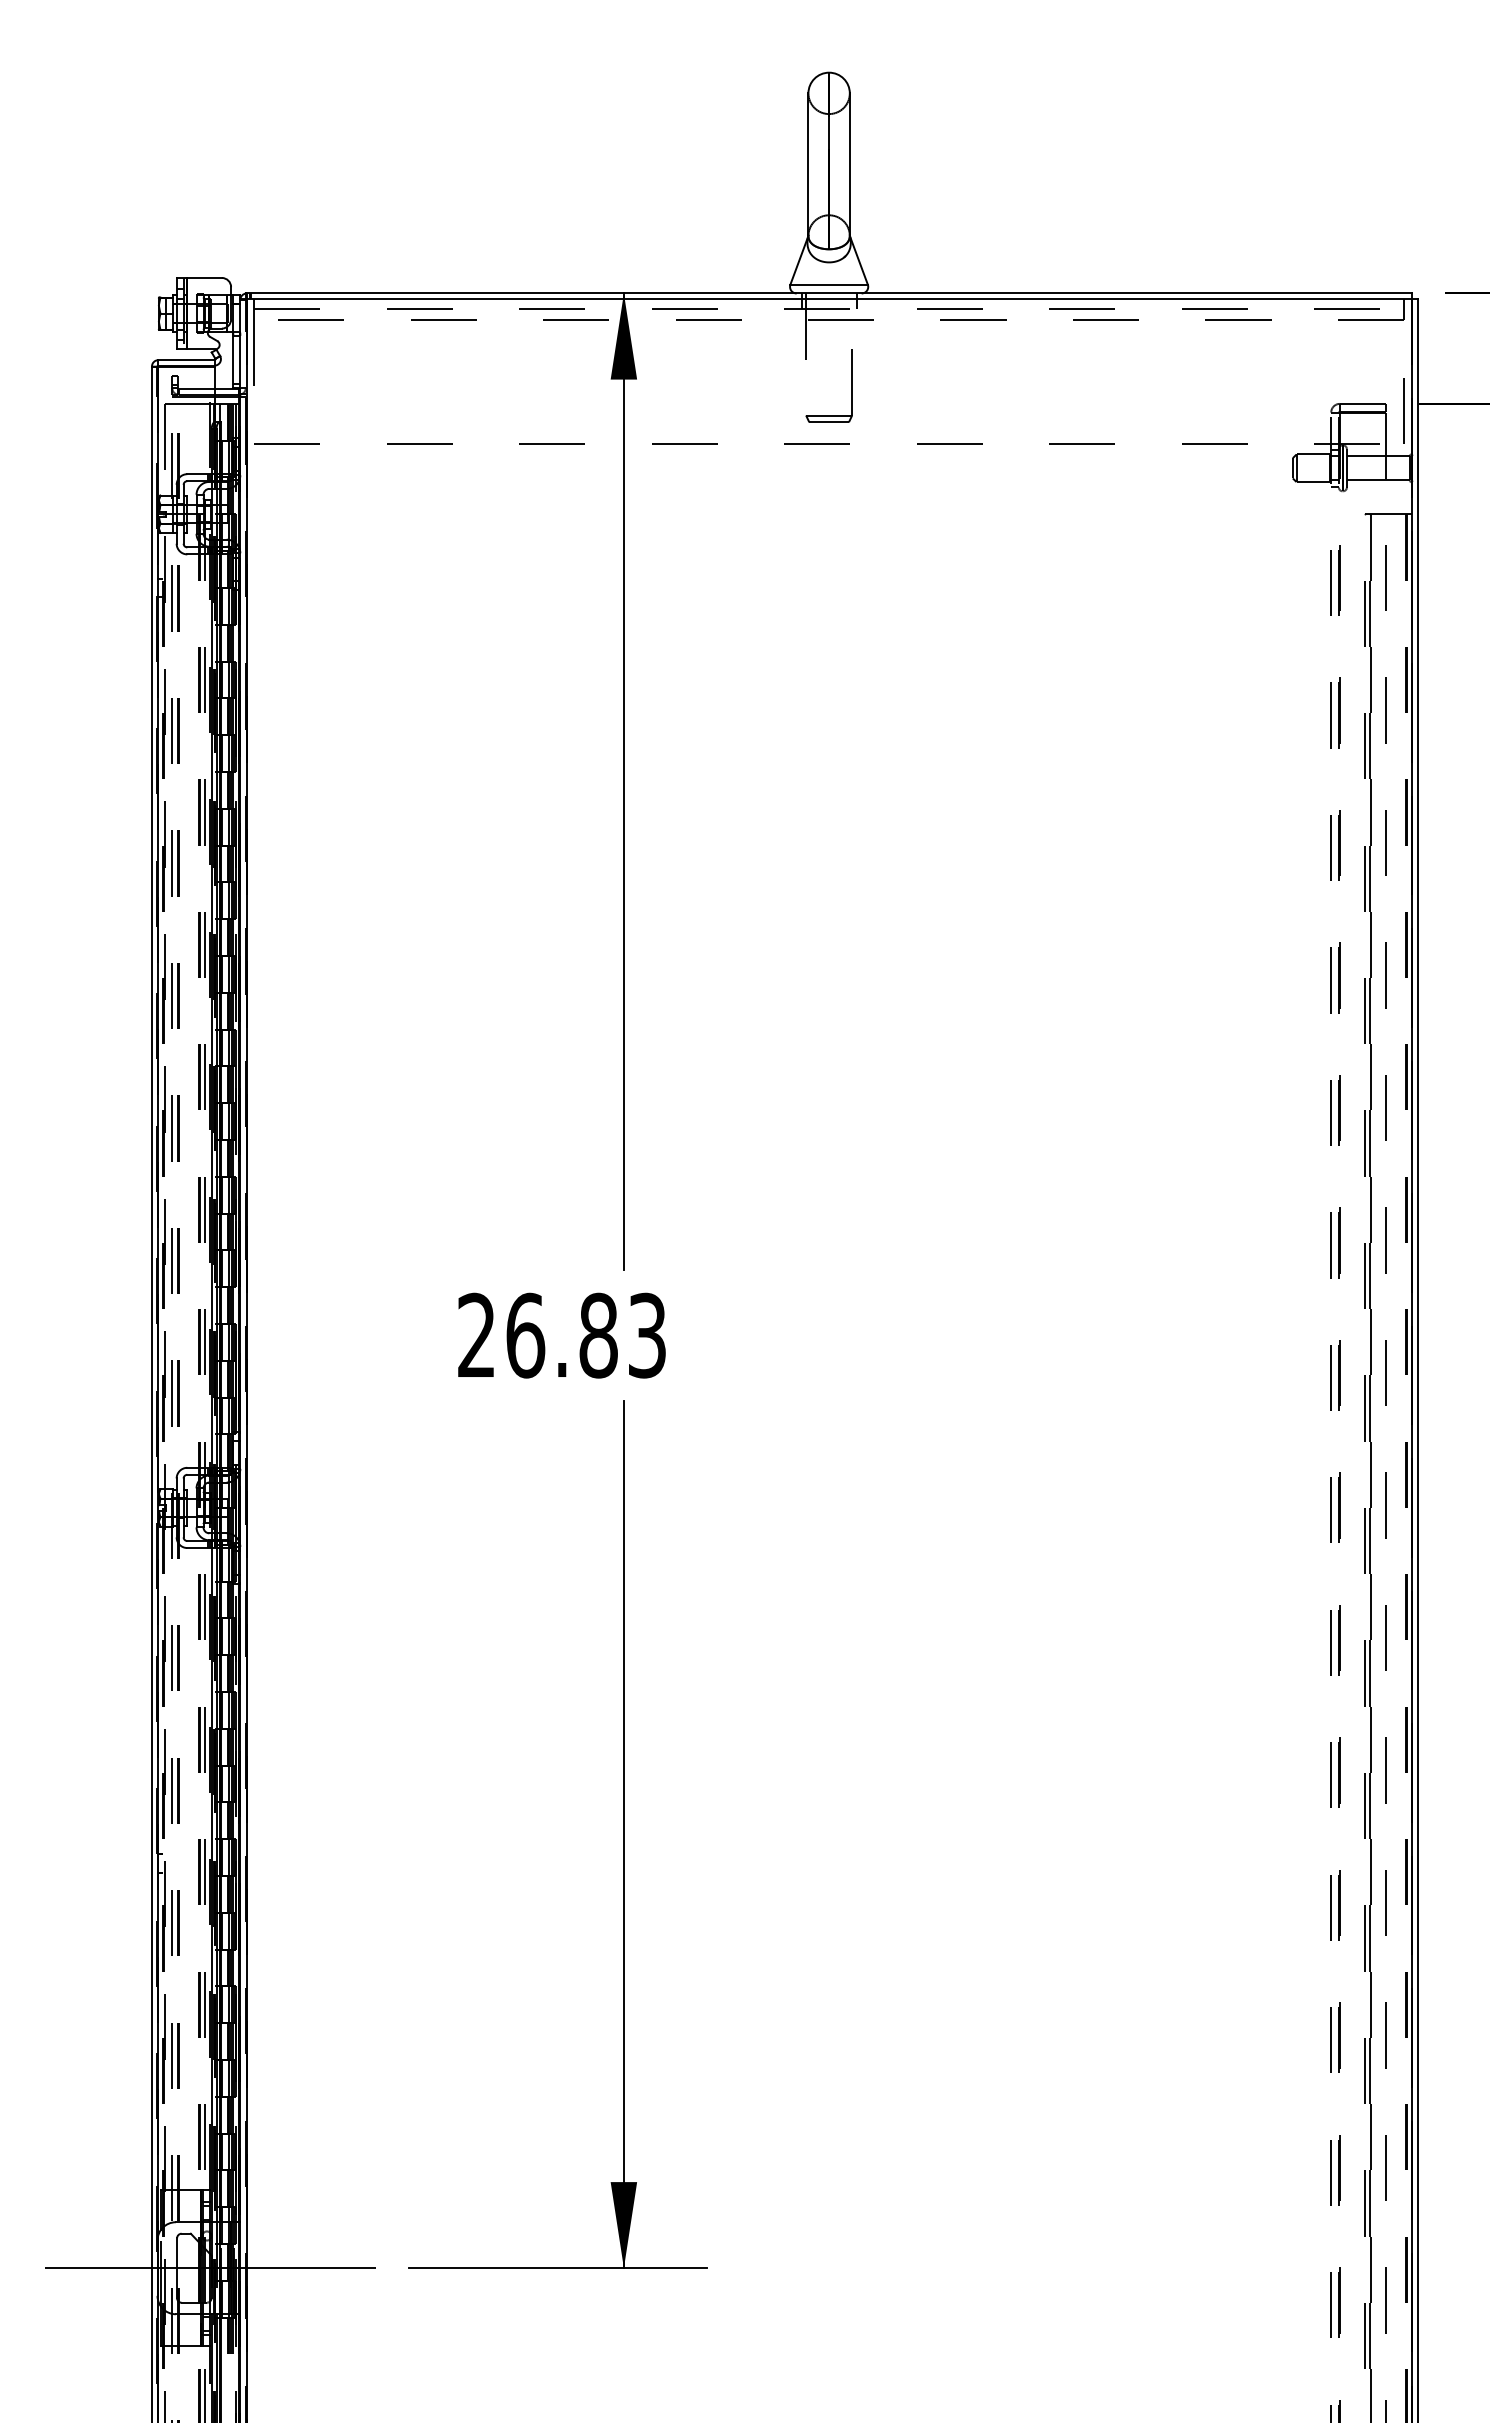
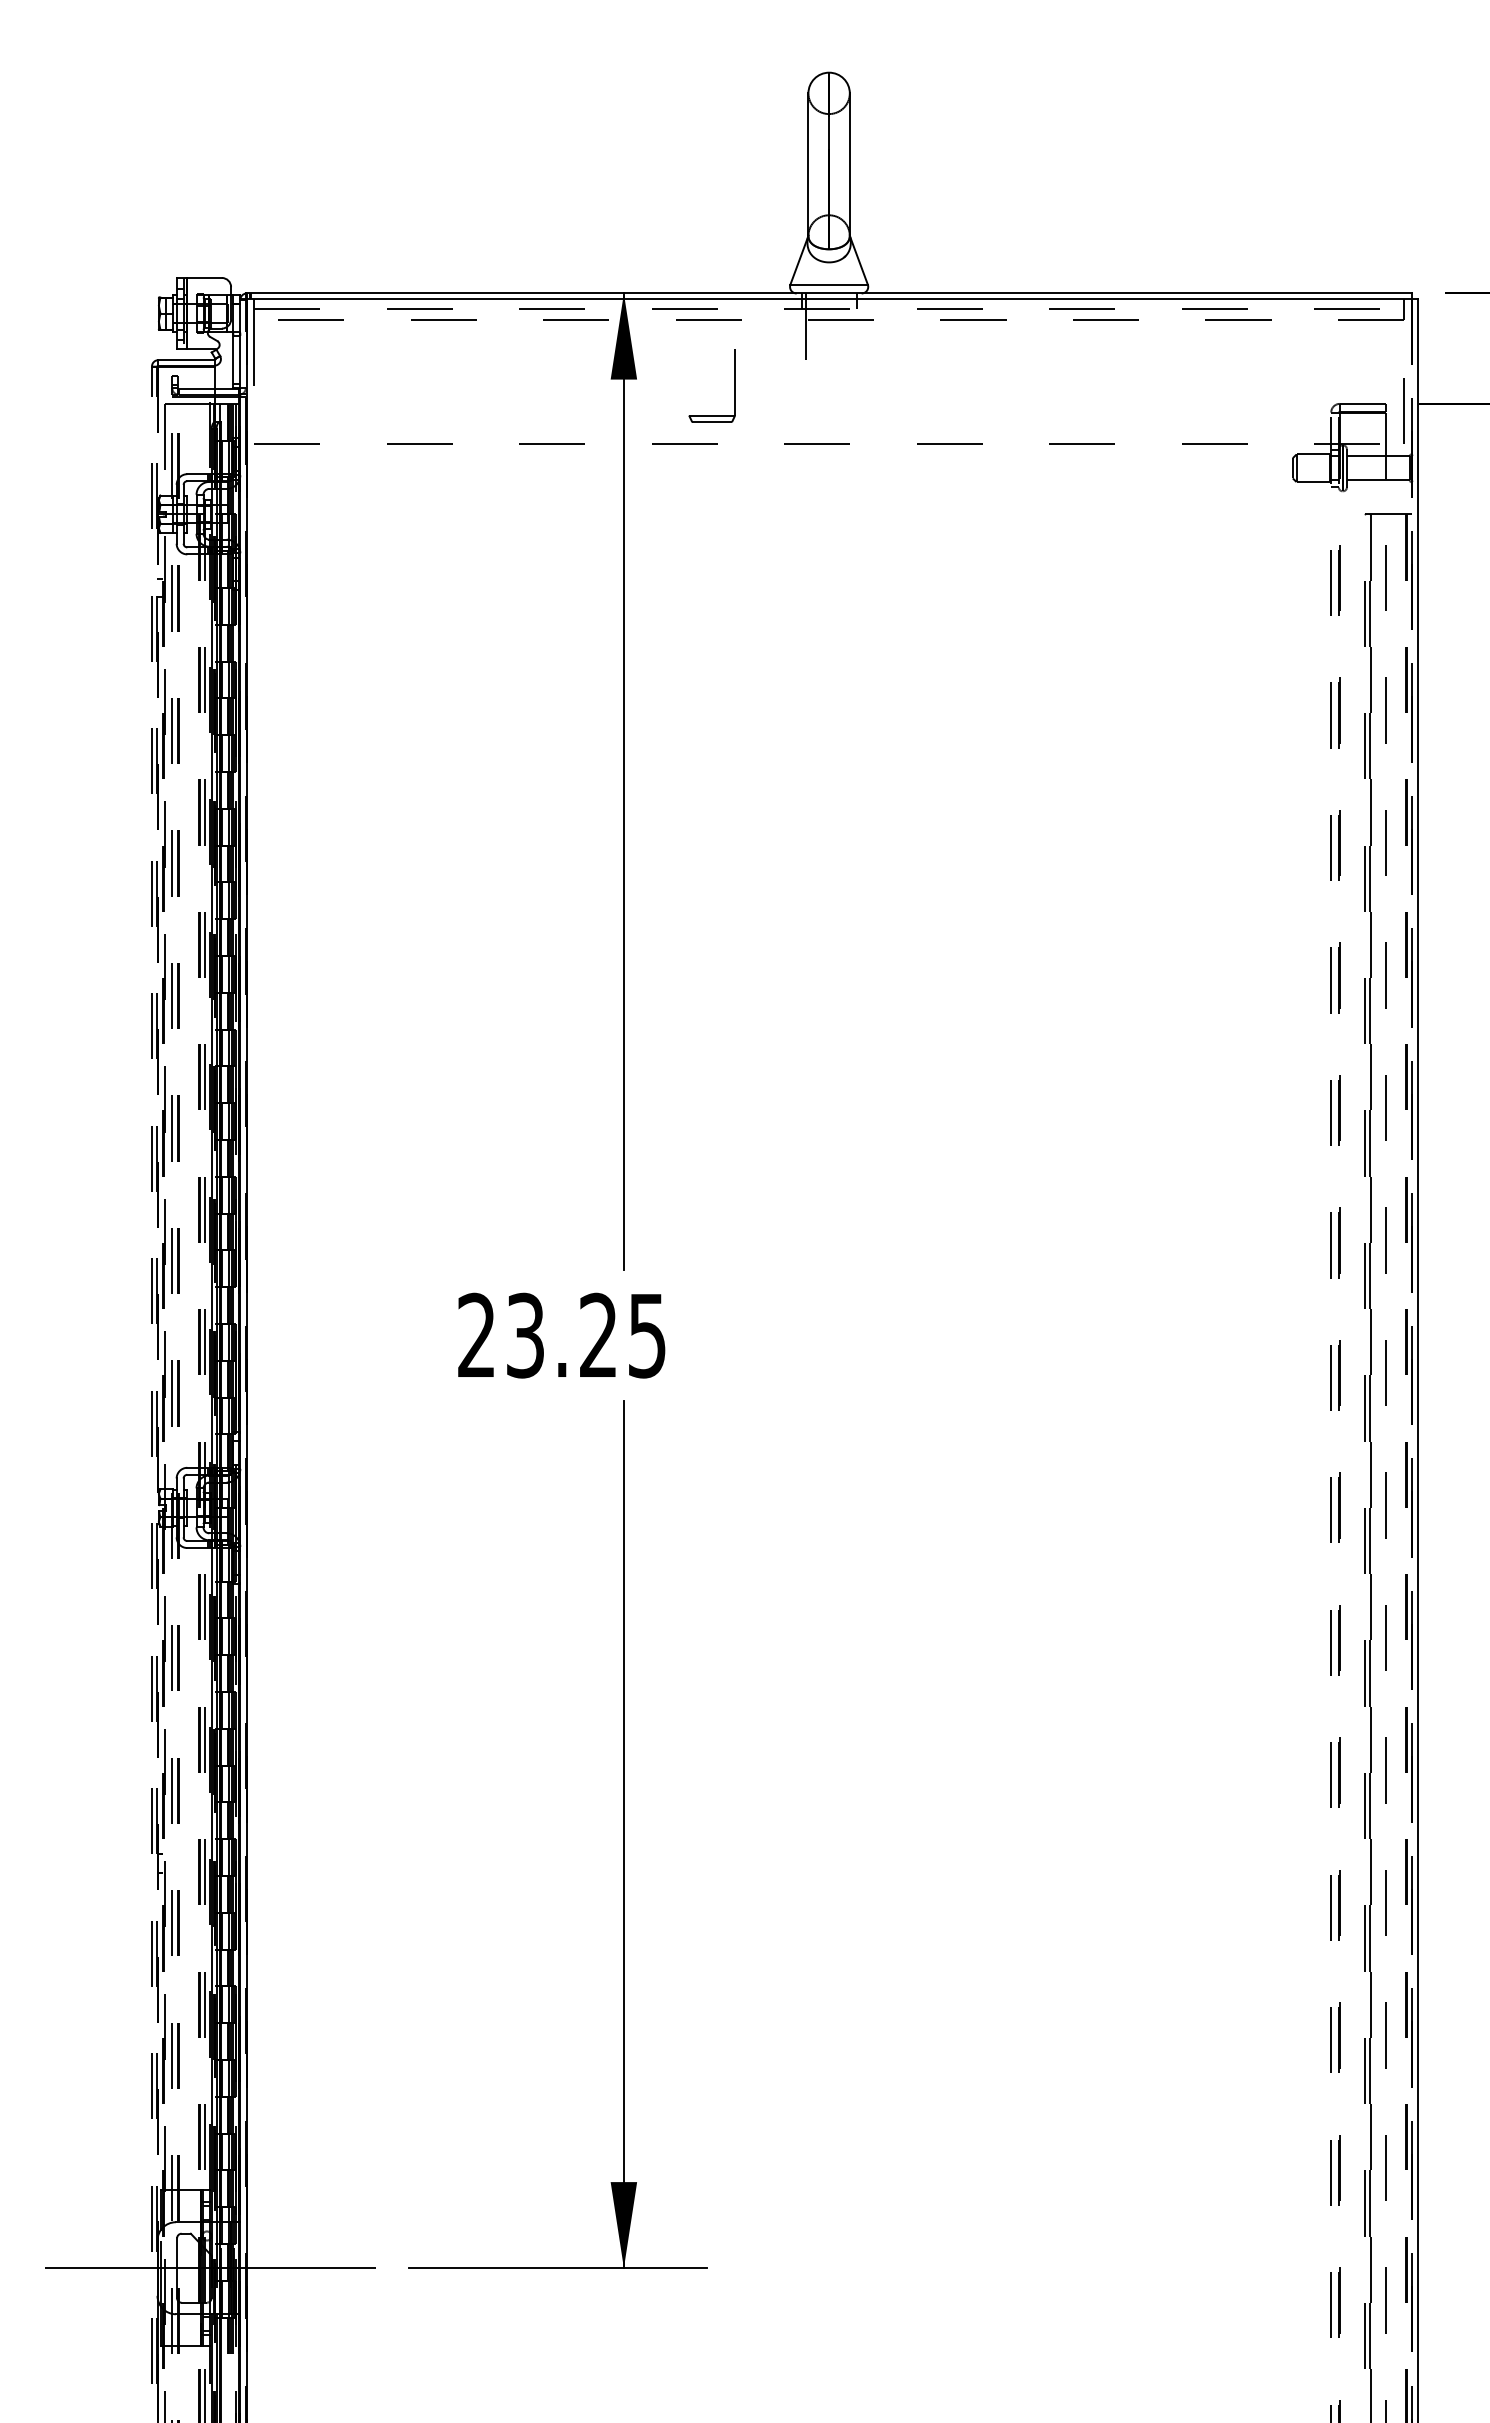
part at (851, 385) position: (851, 385) -> (734, 385)
line at (158, 1301): solid -> dashed
text at (585, 1335): 26.83 -> 23.25
line at (1411, 1360): solid -> dashed
line at (151, 1394): solid -> dashed
